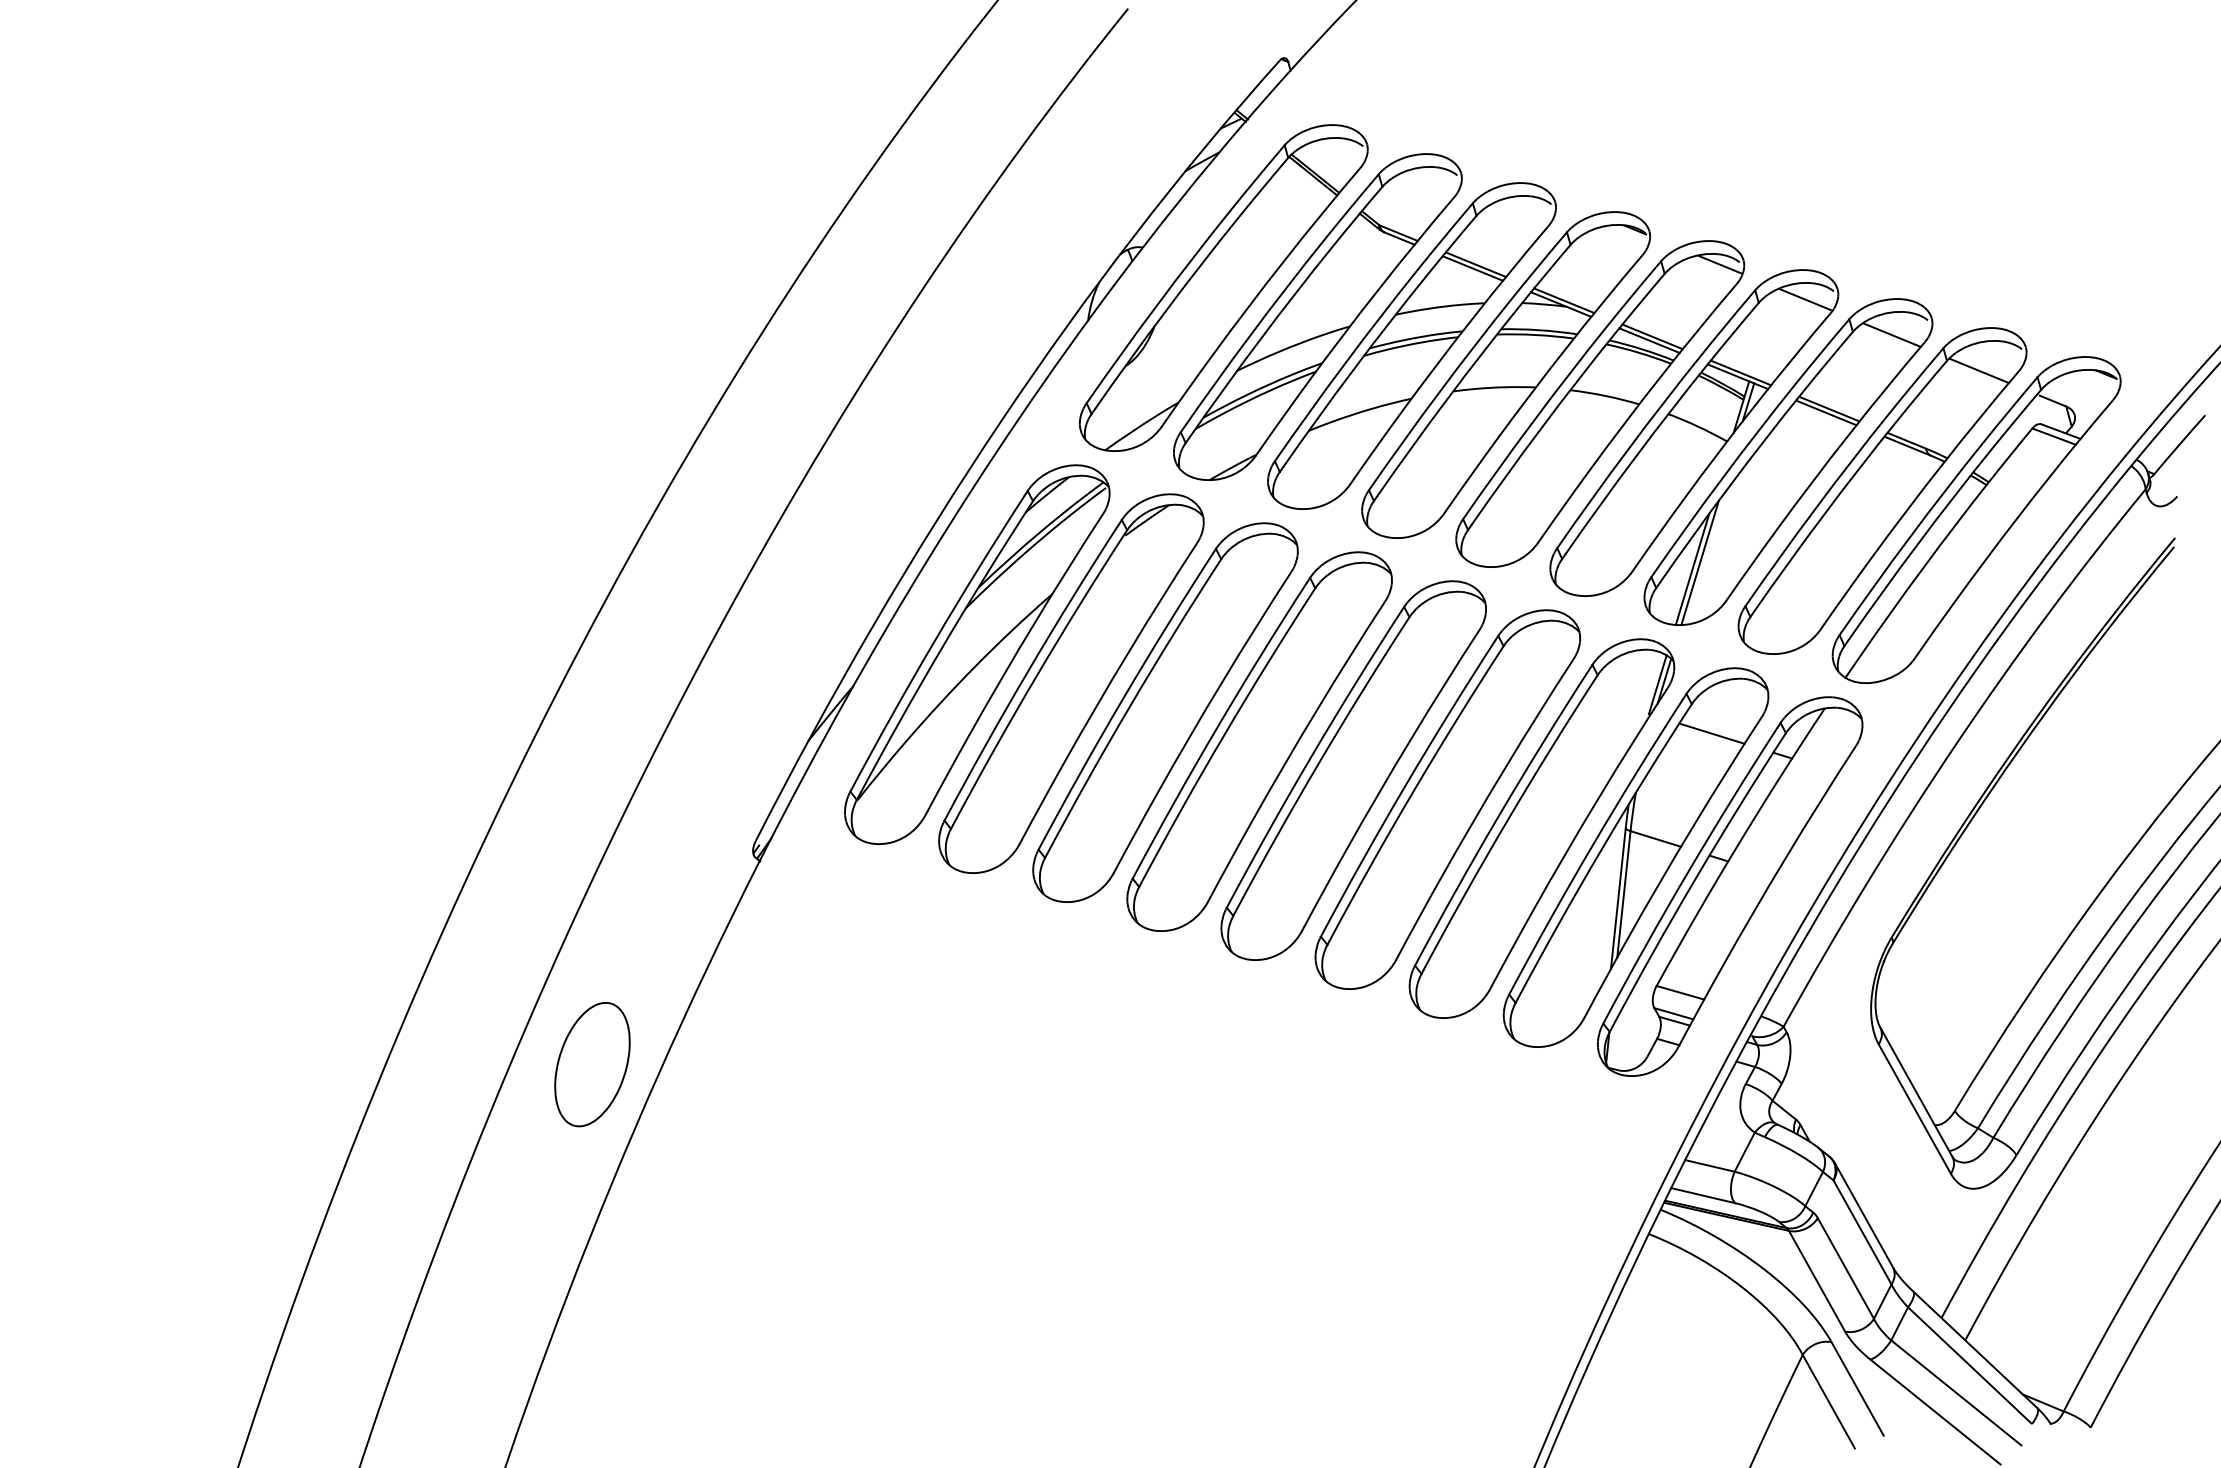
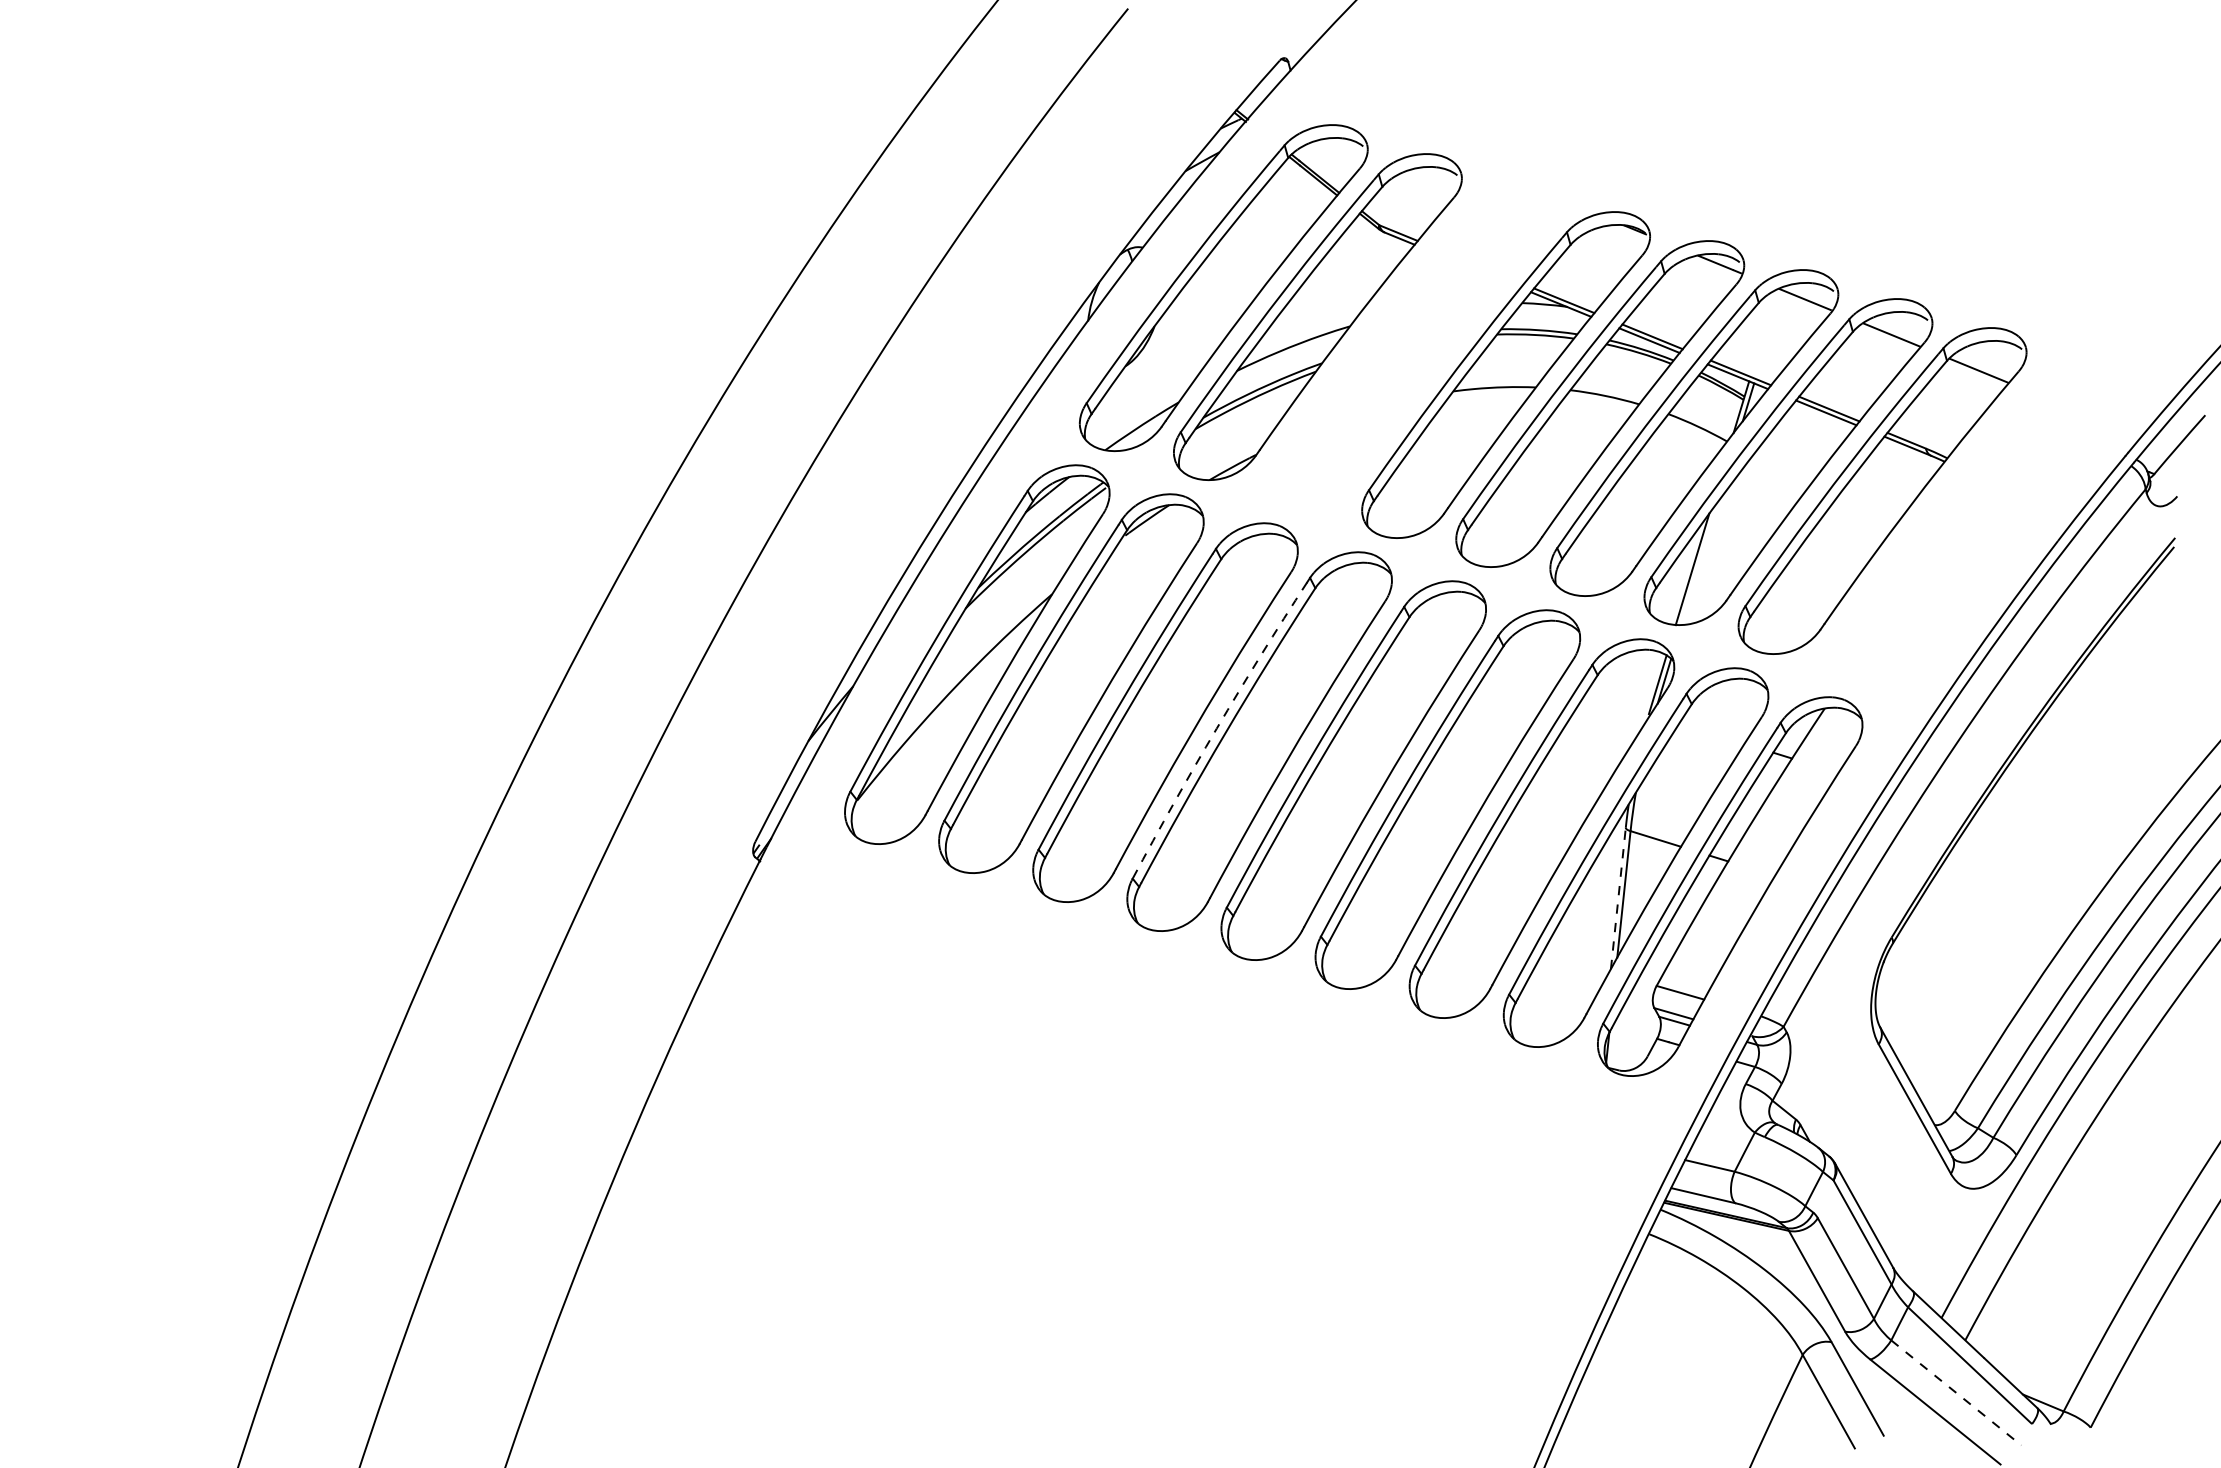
part at (1411, 345): present -> none
part at (1976, 519): present -> none
line at (1699, 562): present -> none
arc at (1216, 728): solid -> dashed
line at (1711, 733): present -> none
line at (1618, 897): solid -> dashed
part at (592, 1064): present -> none
line at (1956, 1392): solid -> dashed
